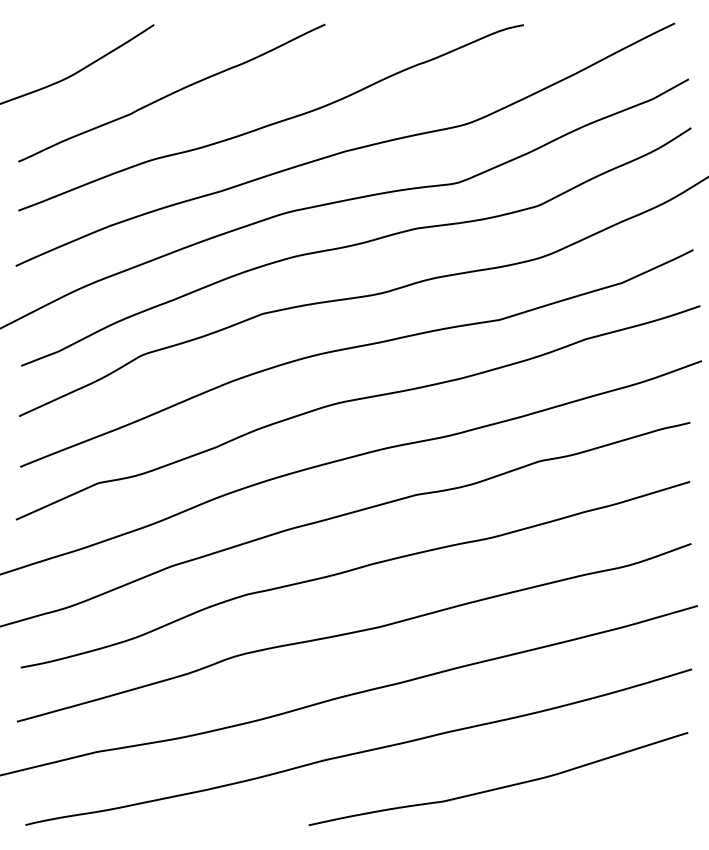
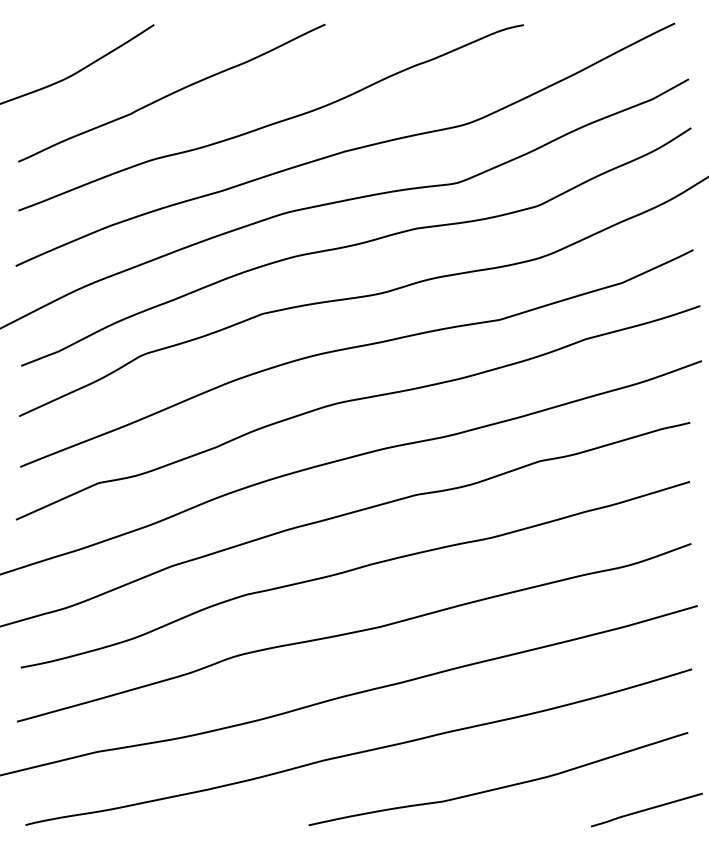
line at (646, 809): none -> present
